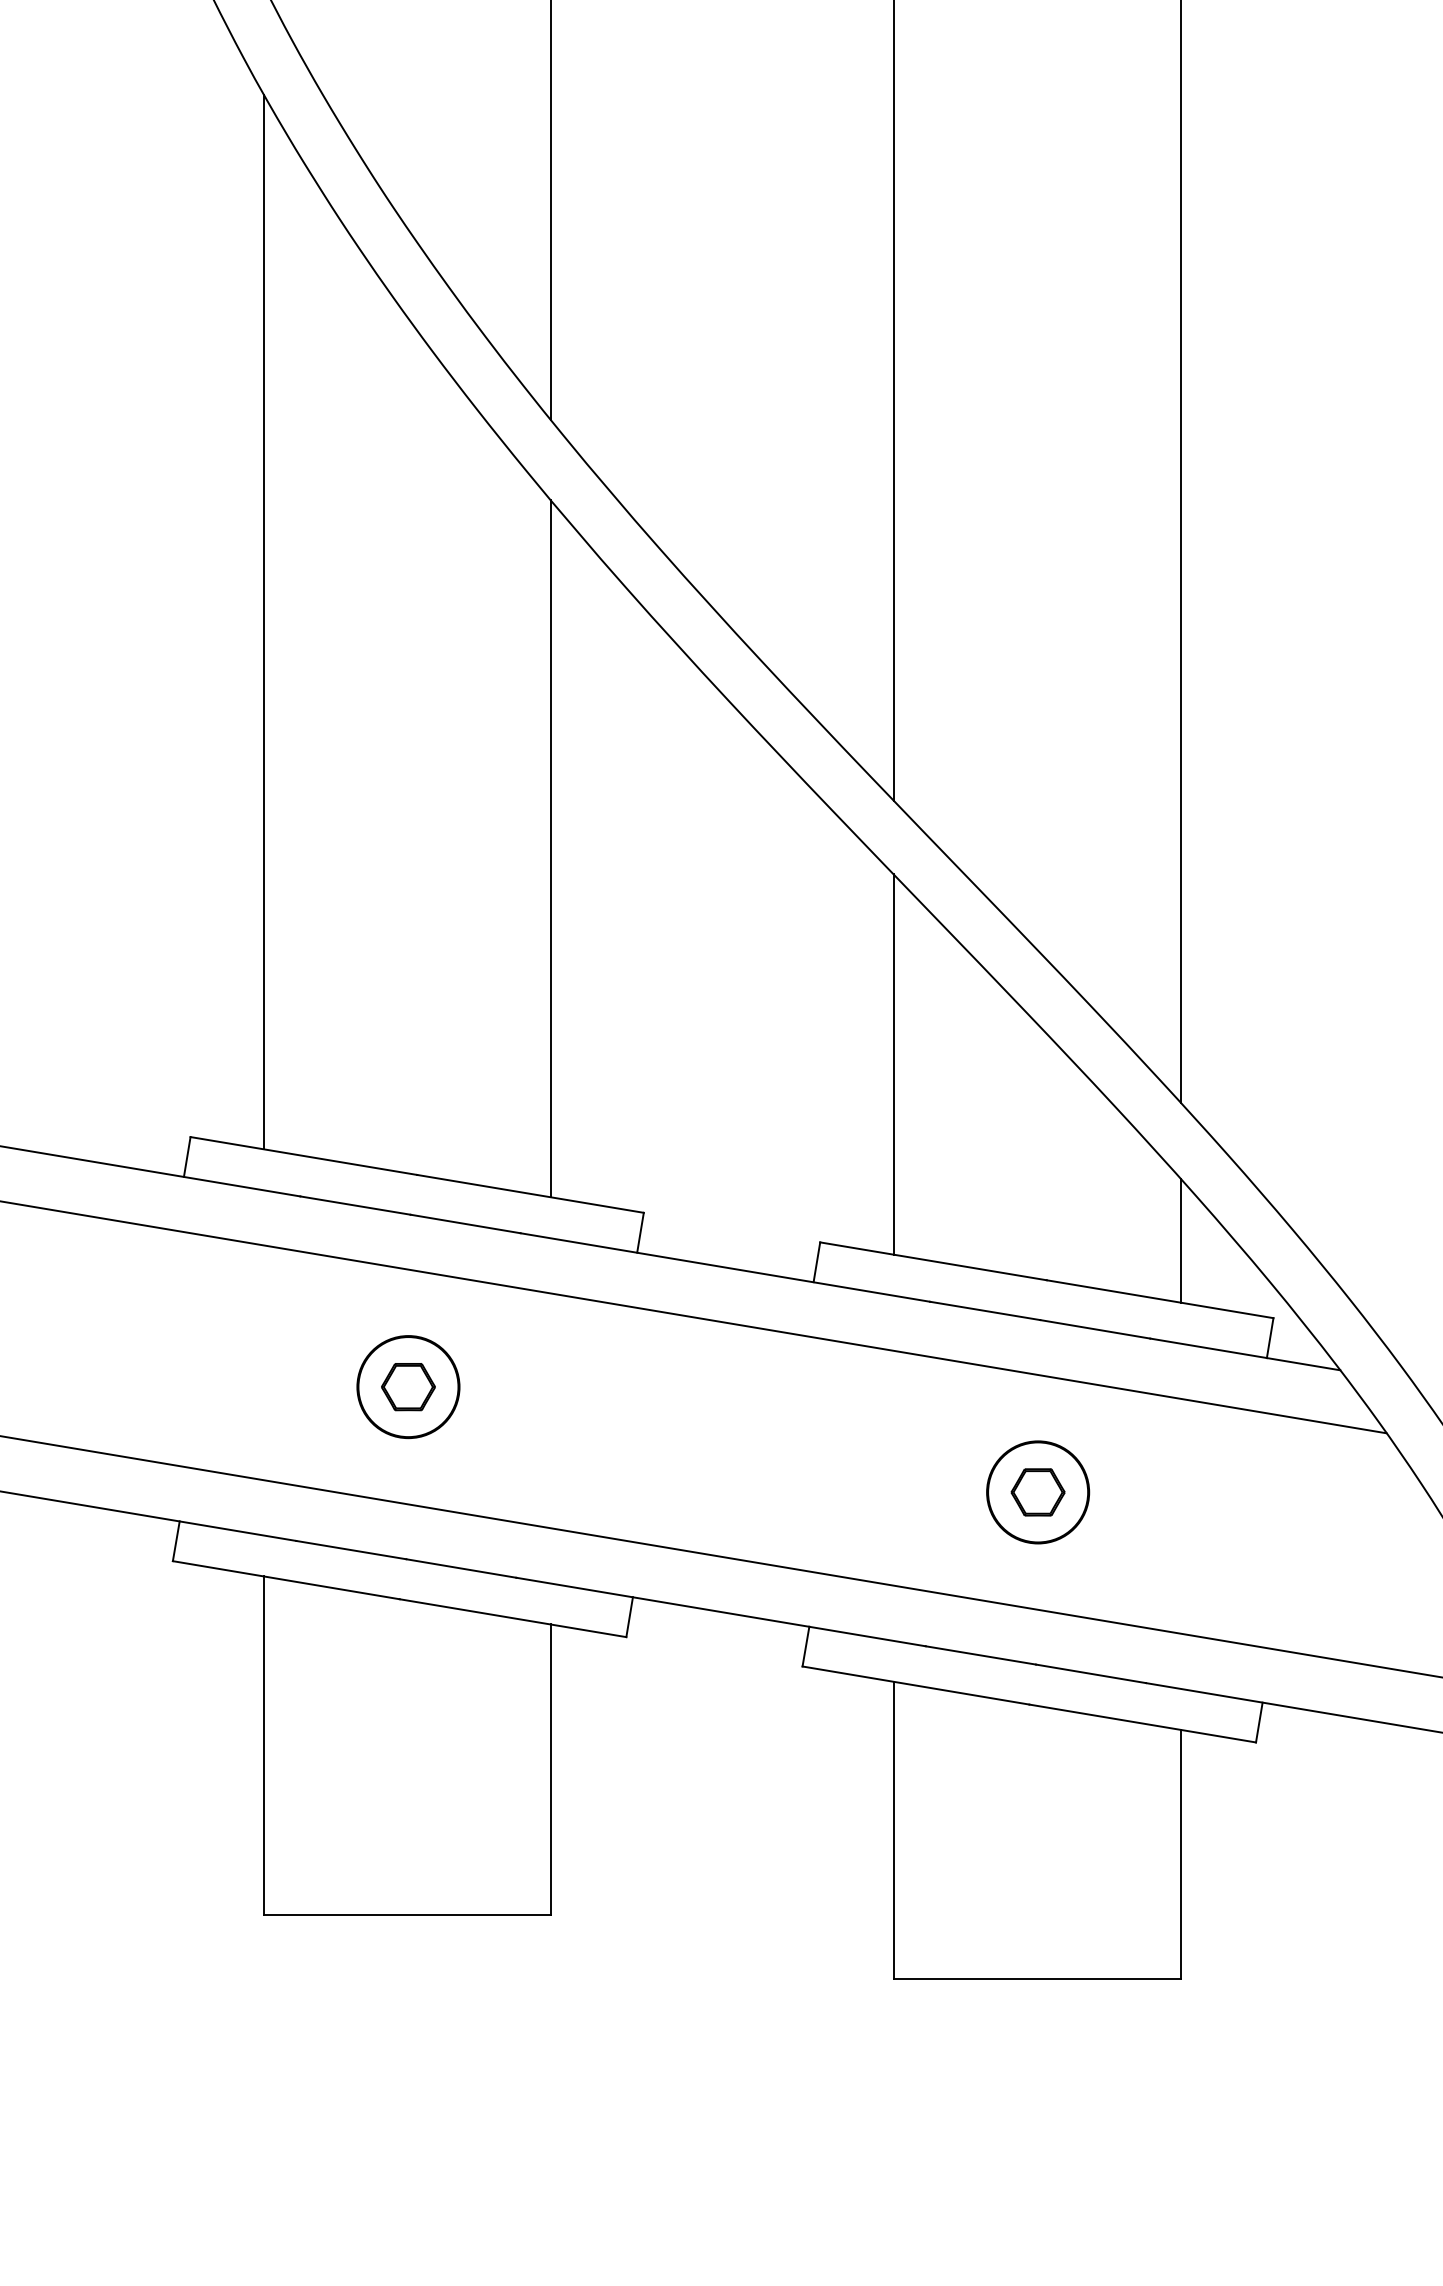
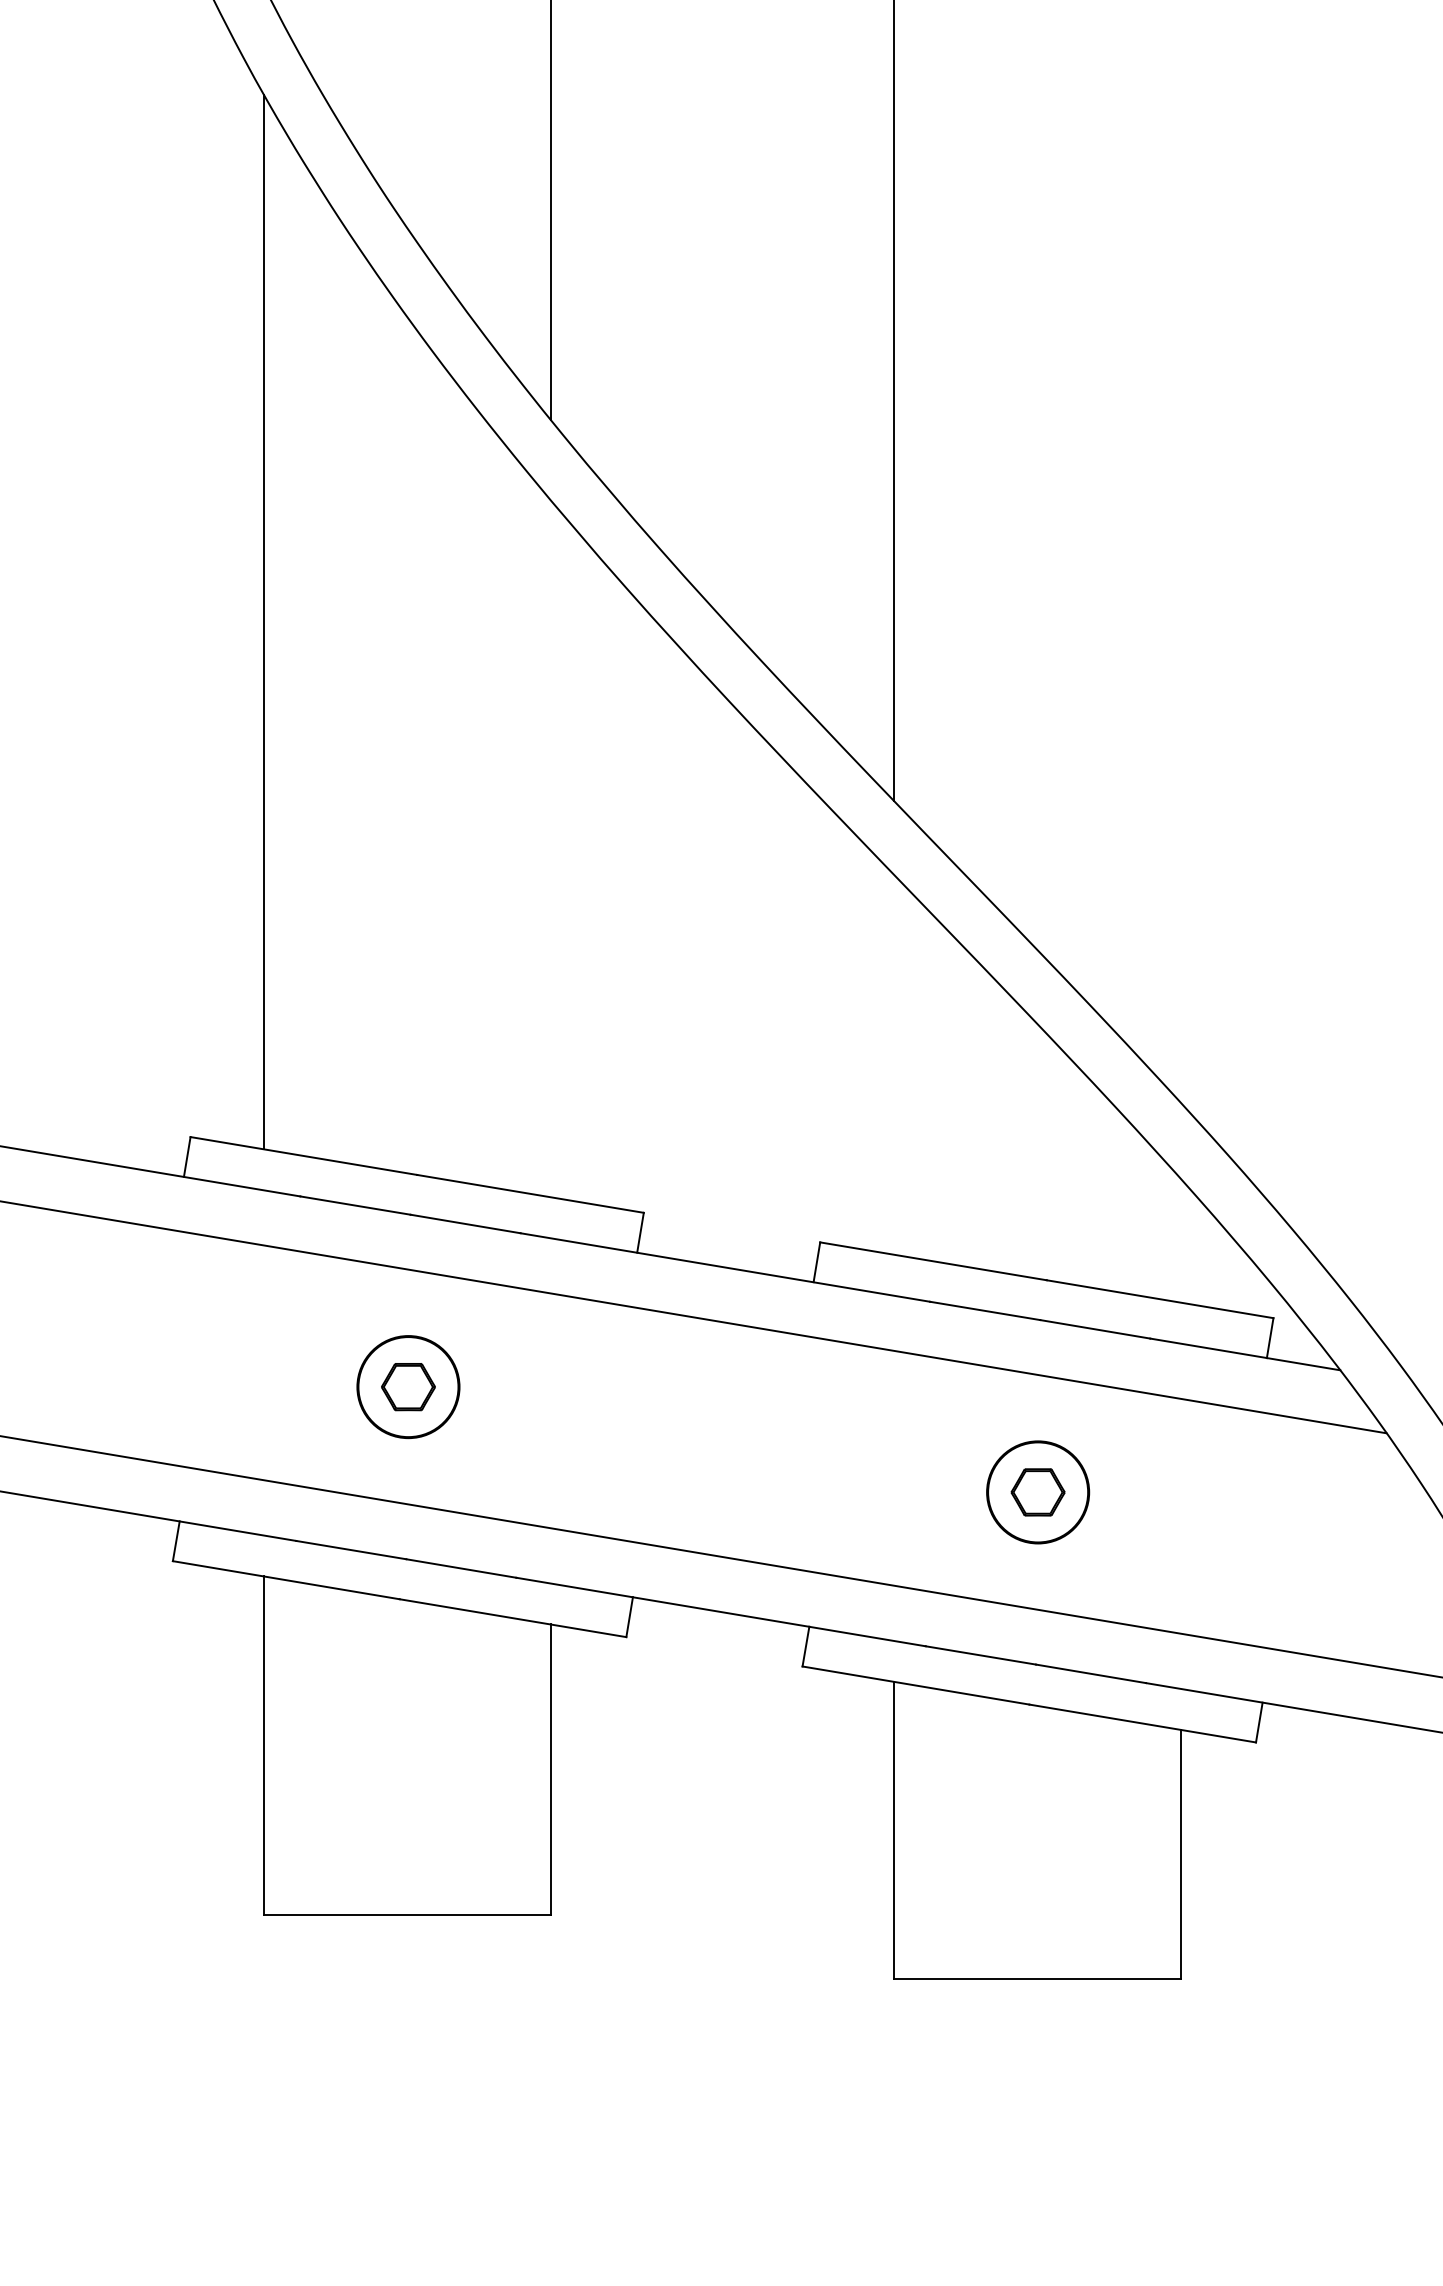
line at (1180, 552): present -> none
line at (550, 848): present -> none
line at (893, 1064): present -> none
line at (1180, 1240): present -> none
